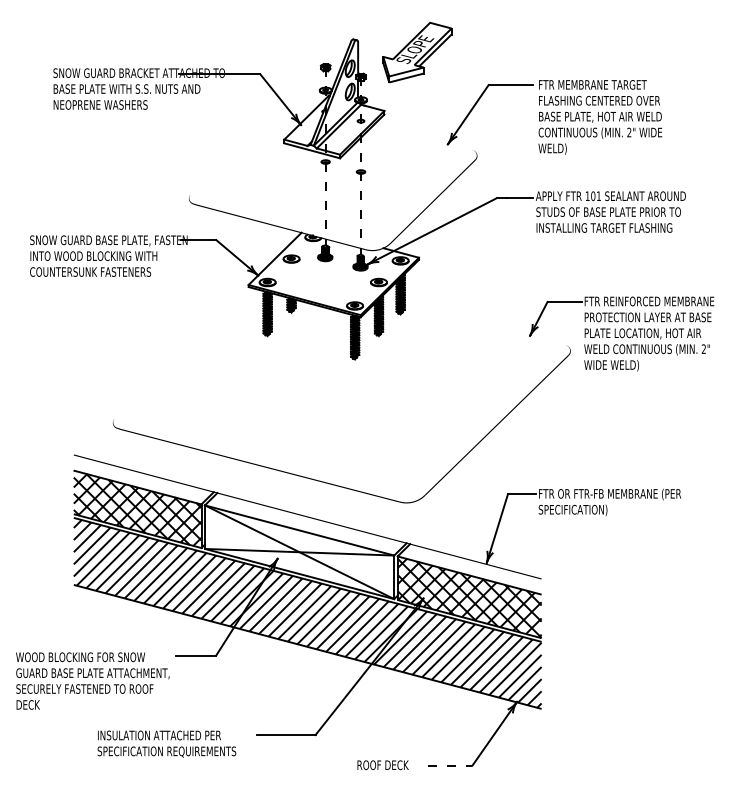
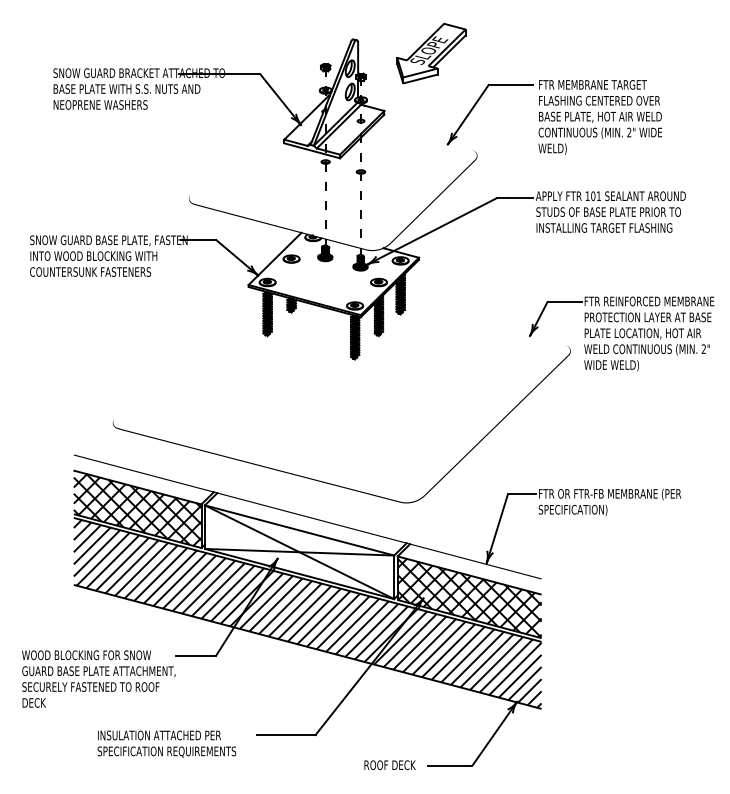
part at (417, 52) position: (417, 52) -> (431, 53)
text at (92, 680) position: (92, 680) -> (98, 678)
text at (382, 765) position: (382, 765) -> (389, 765)
line at (450, 765): dashed -> solid
